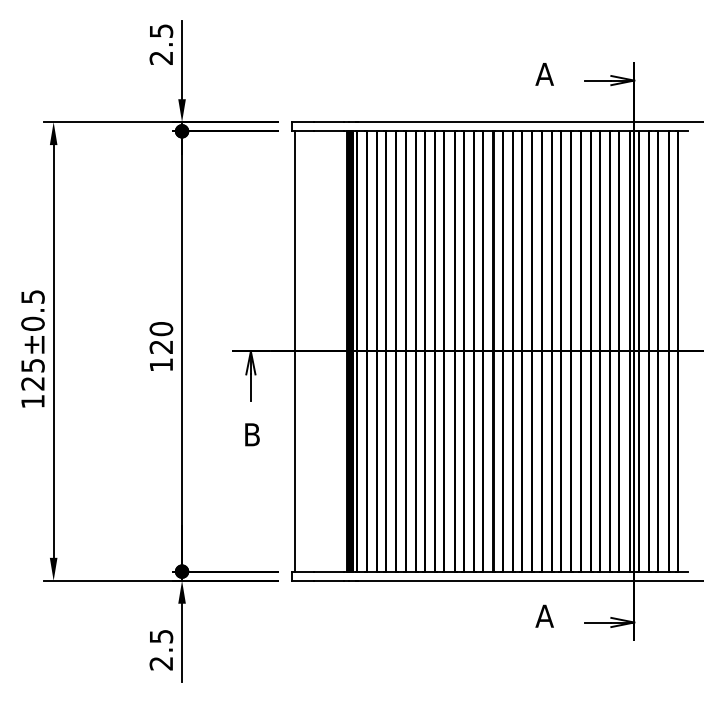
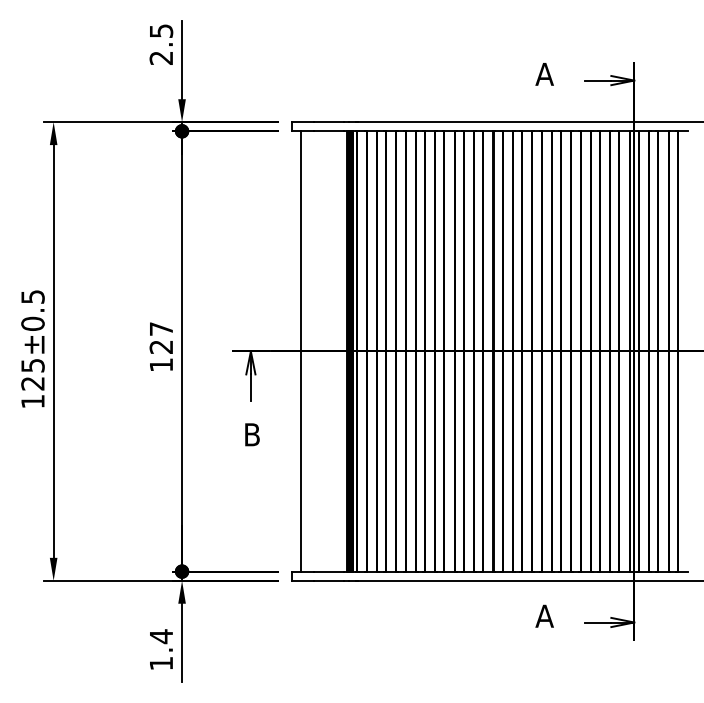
text at (161, 329): 120 -> 127
line at (294, 351) position: (294, 351) -> (300, 351)
text at (161, 649): 2.5 -> 1.4
